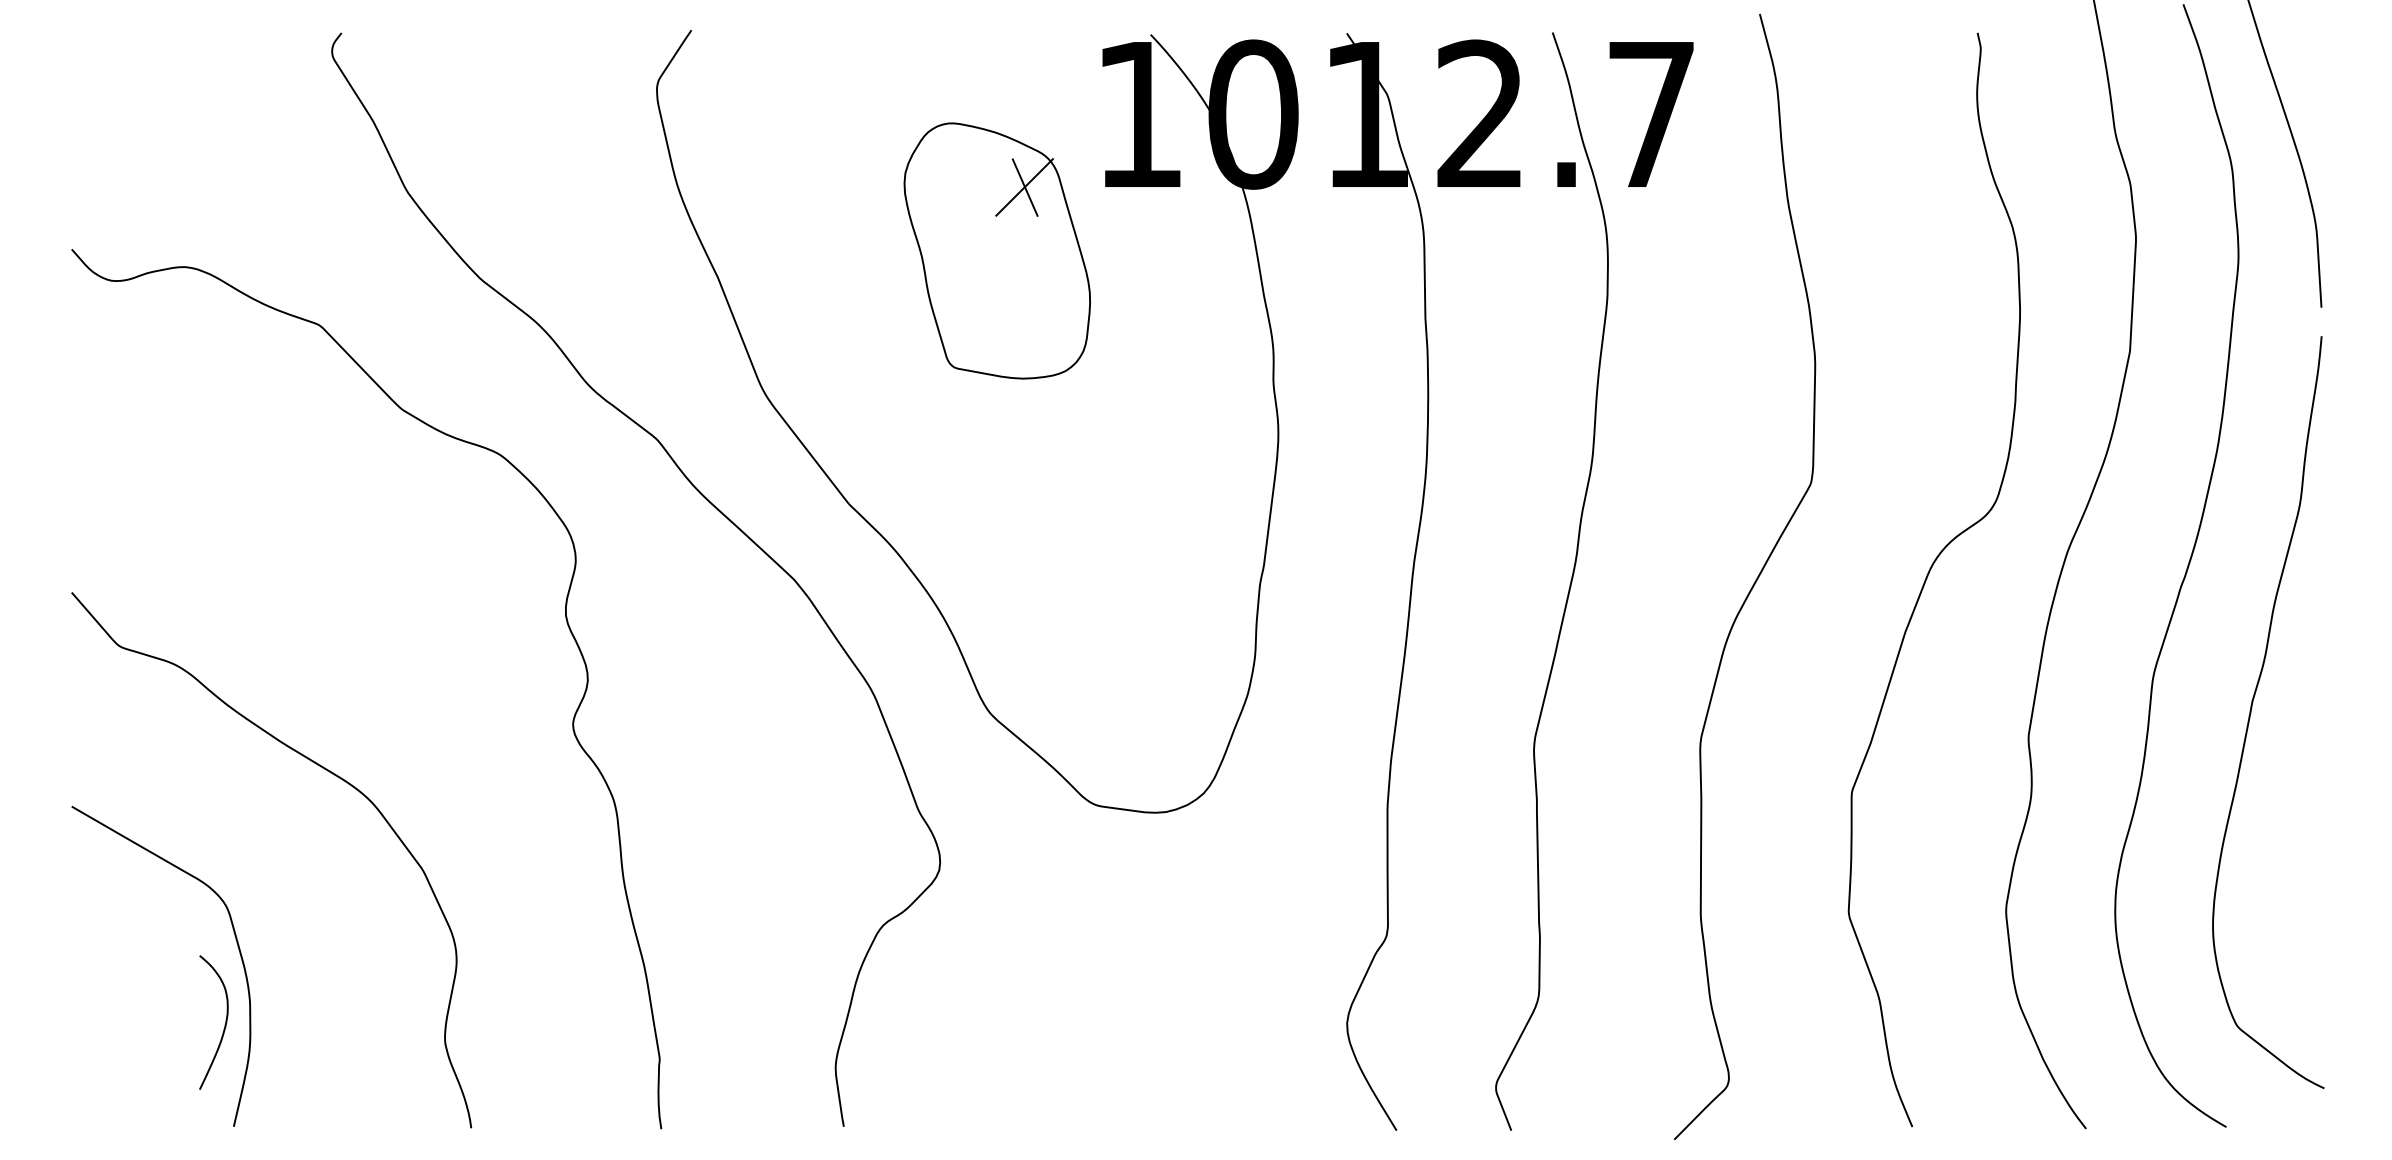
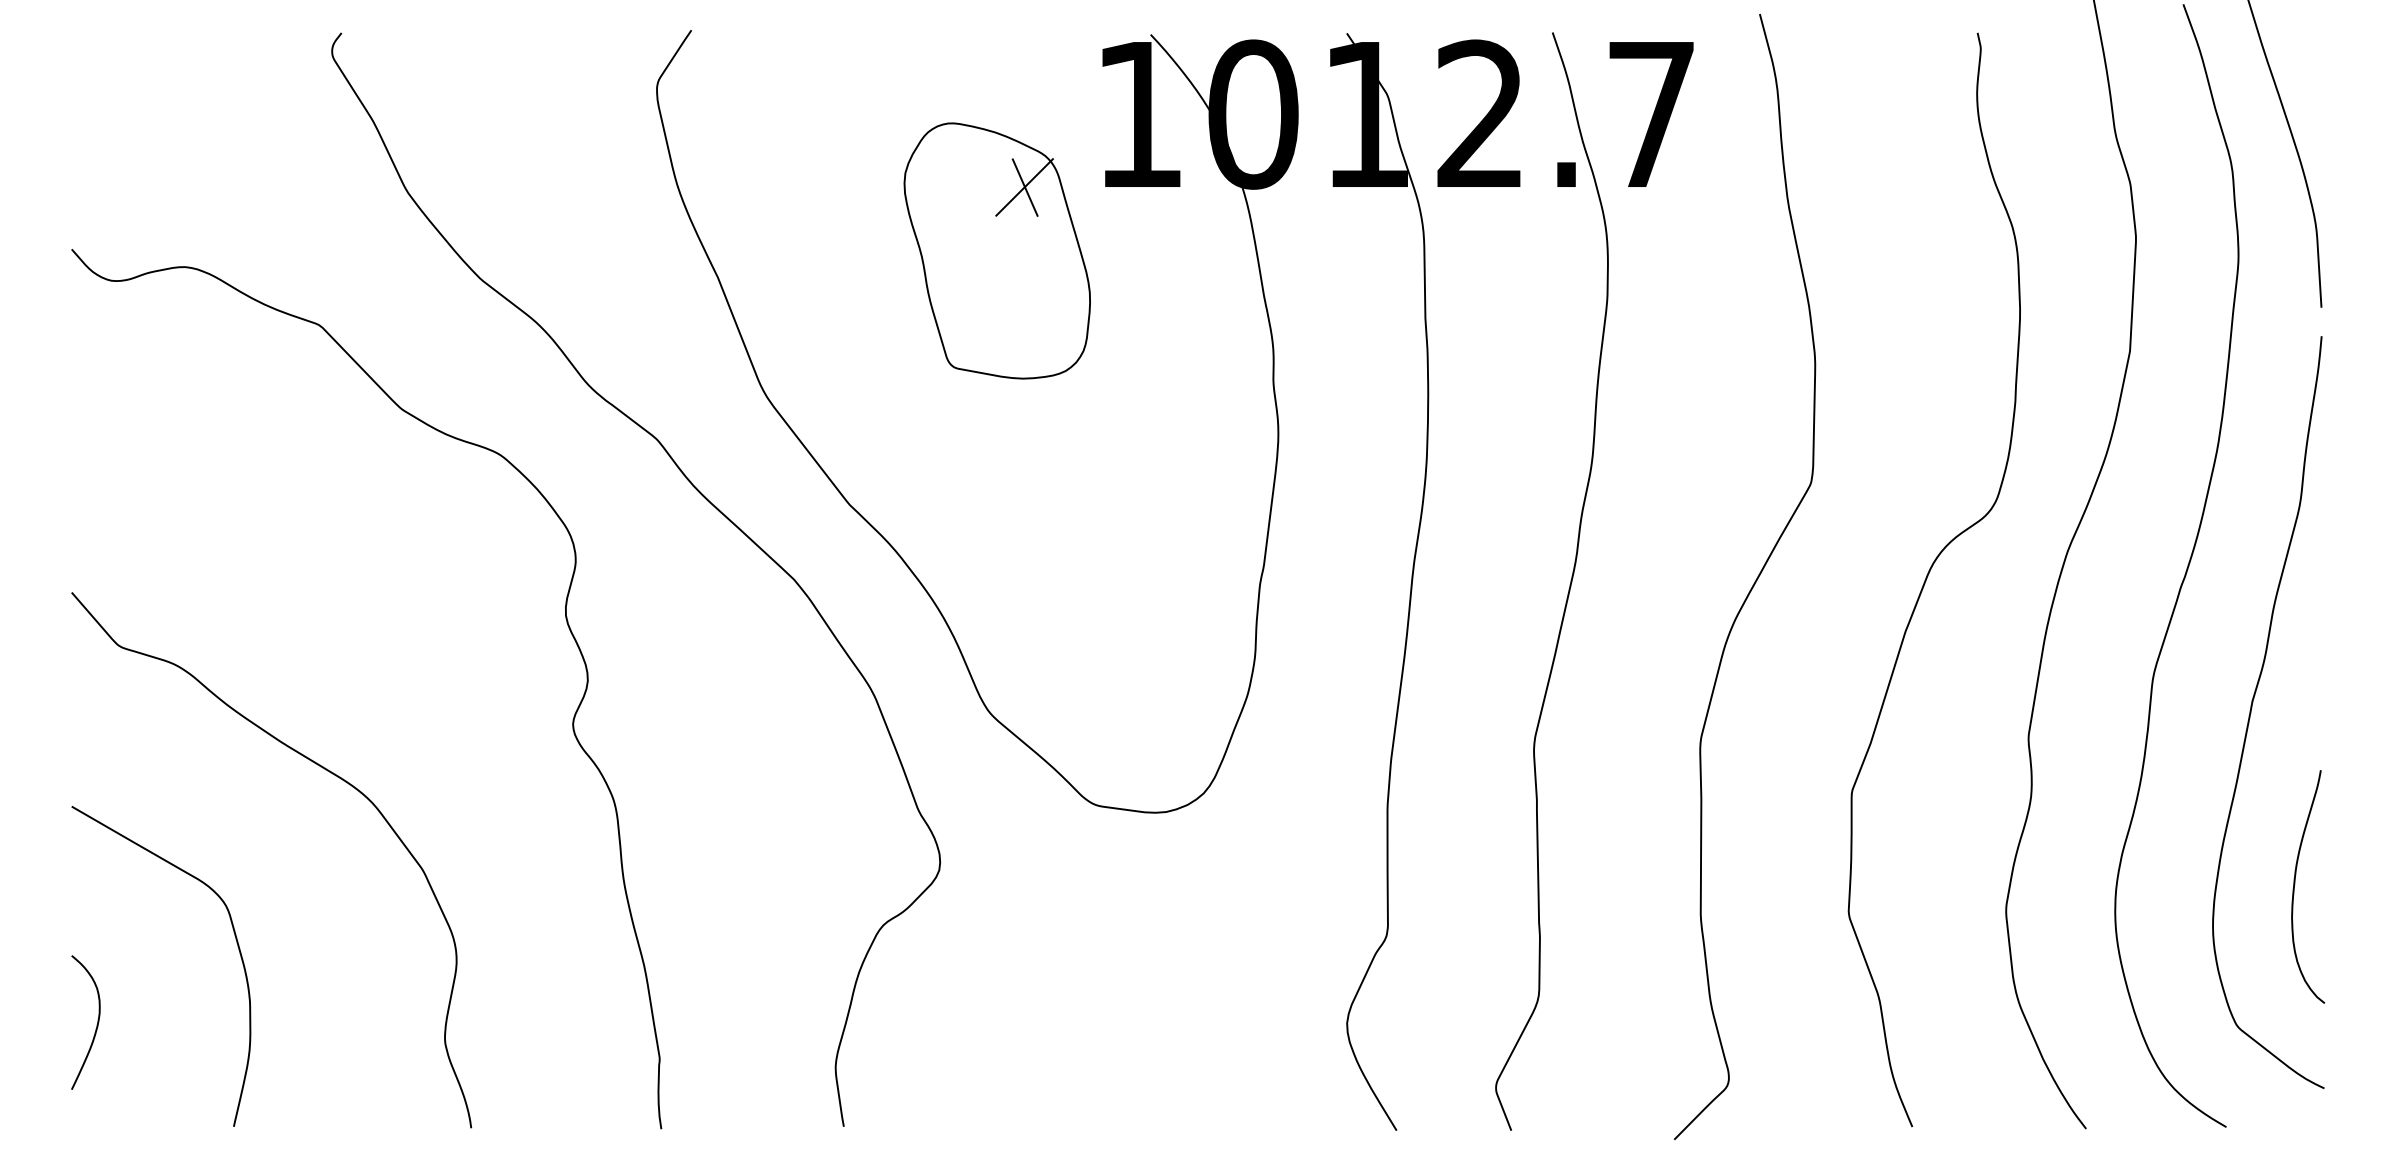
curve at (2295, 884): none -> present
curve at (224, 1024) position: (224, 1024) -> (96, 1024)
